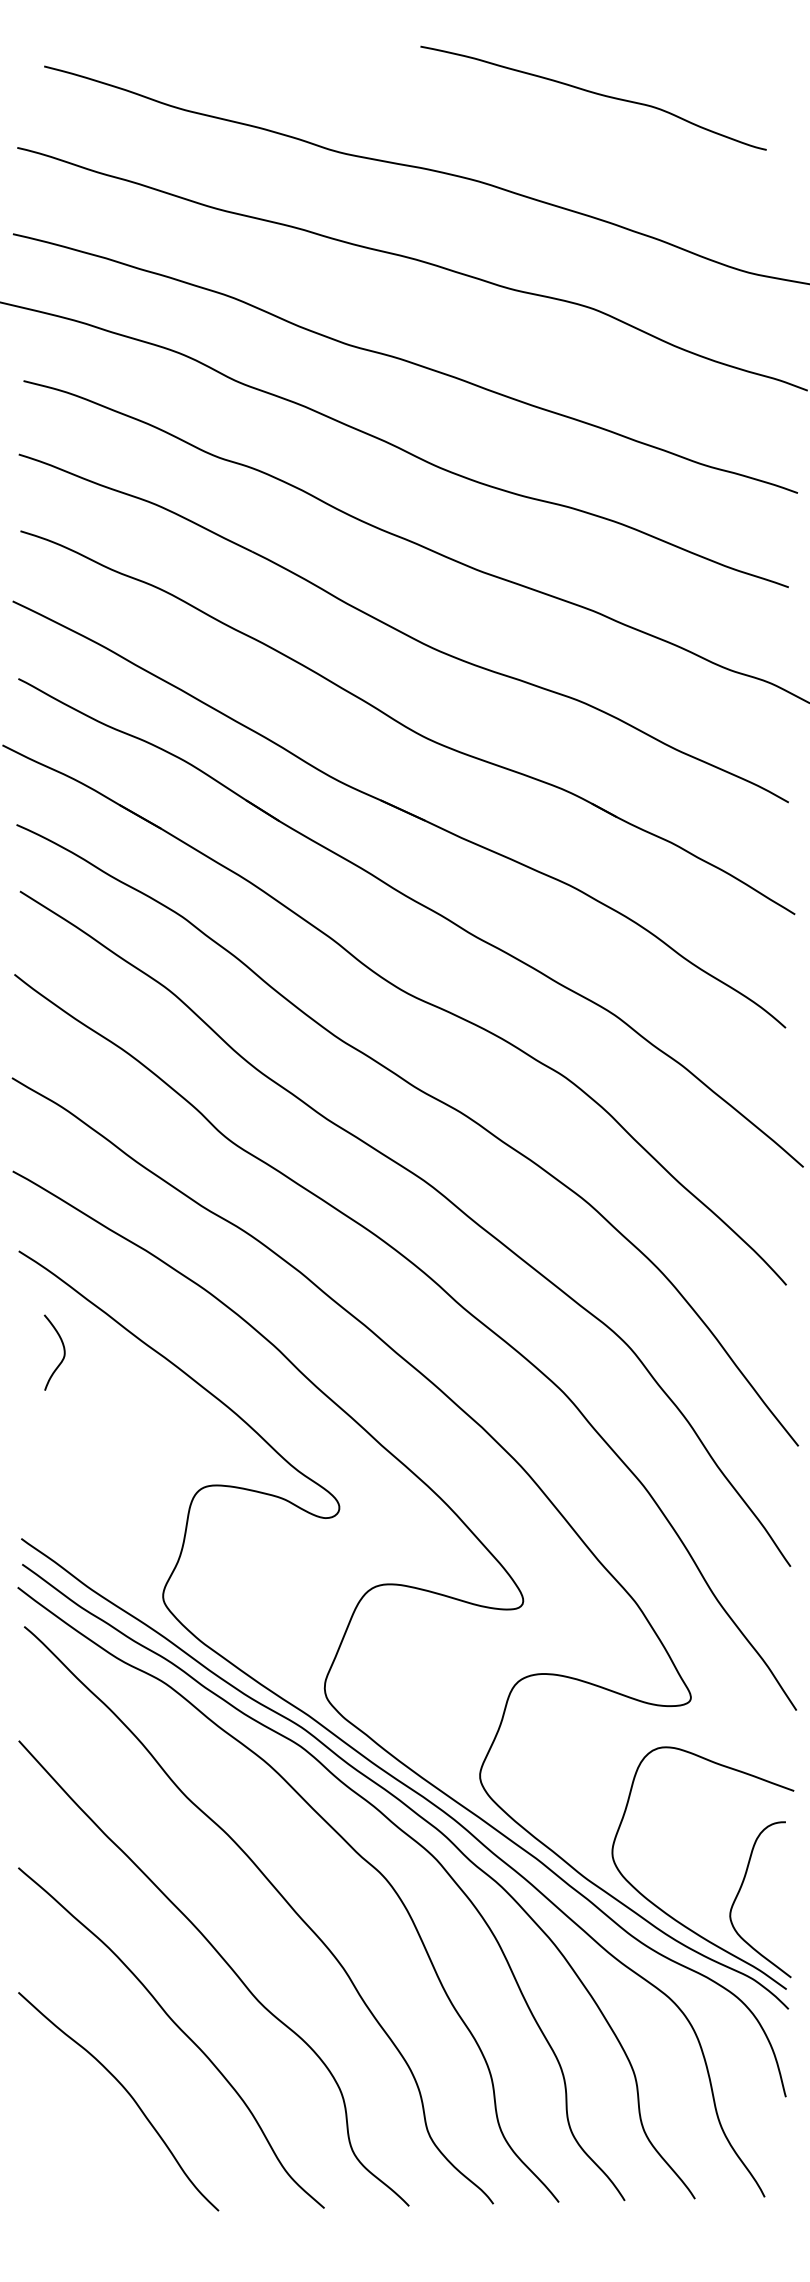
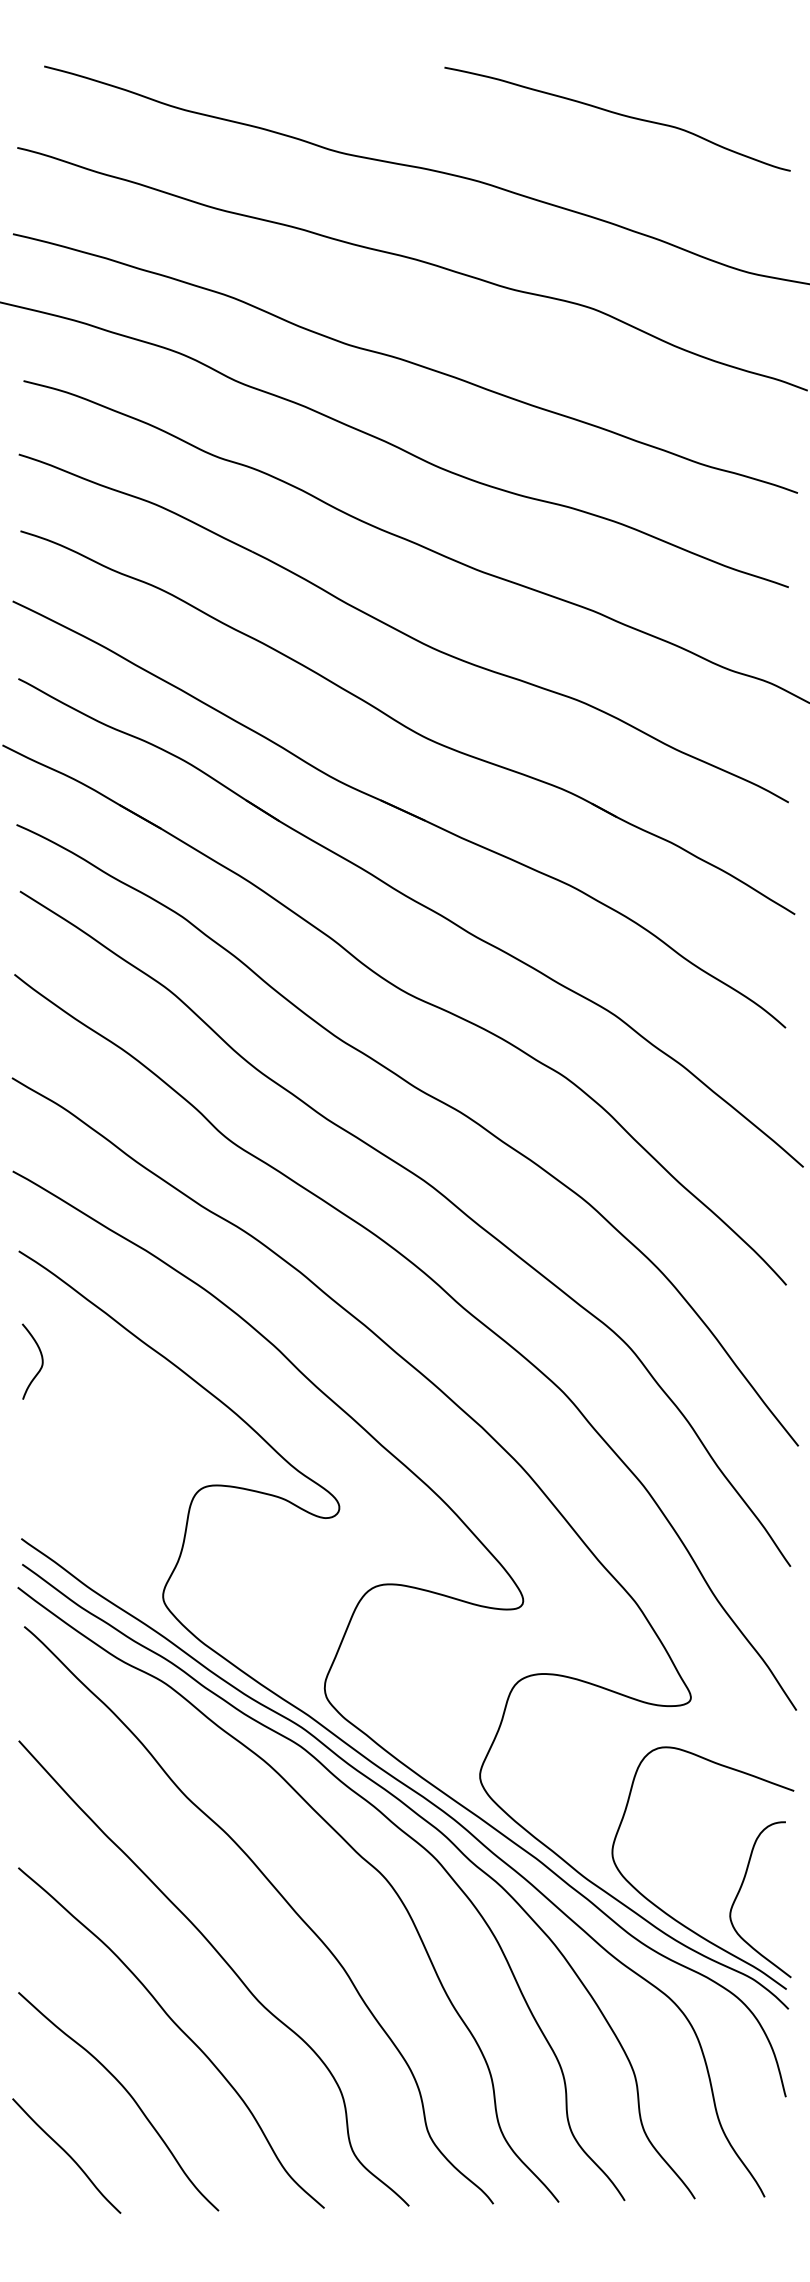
curve at (595, 94) position: (595, 94) -> (619, 115)
curve at (63, 1352) position: (63, 1352) -> (41, 1361)
curve at (66, 2154): none -> present
